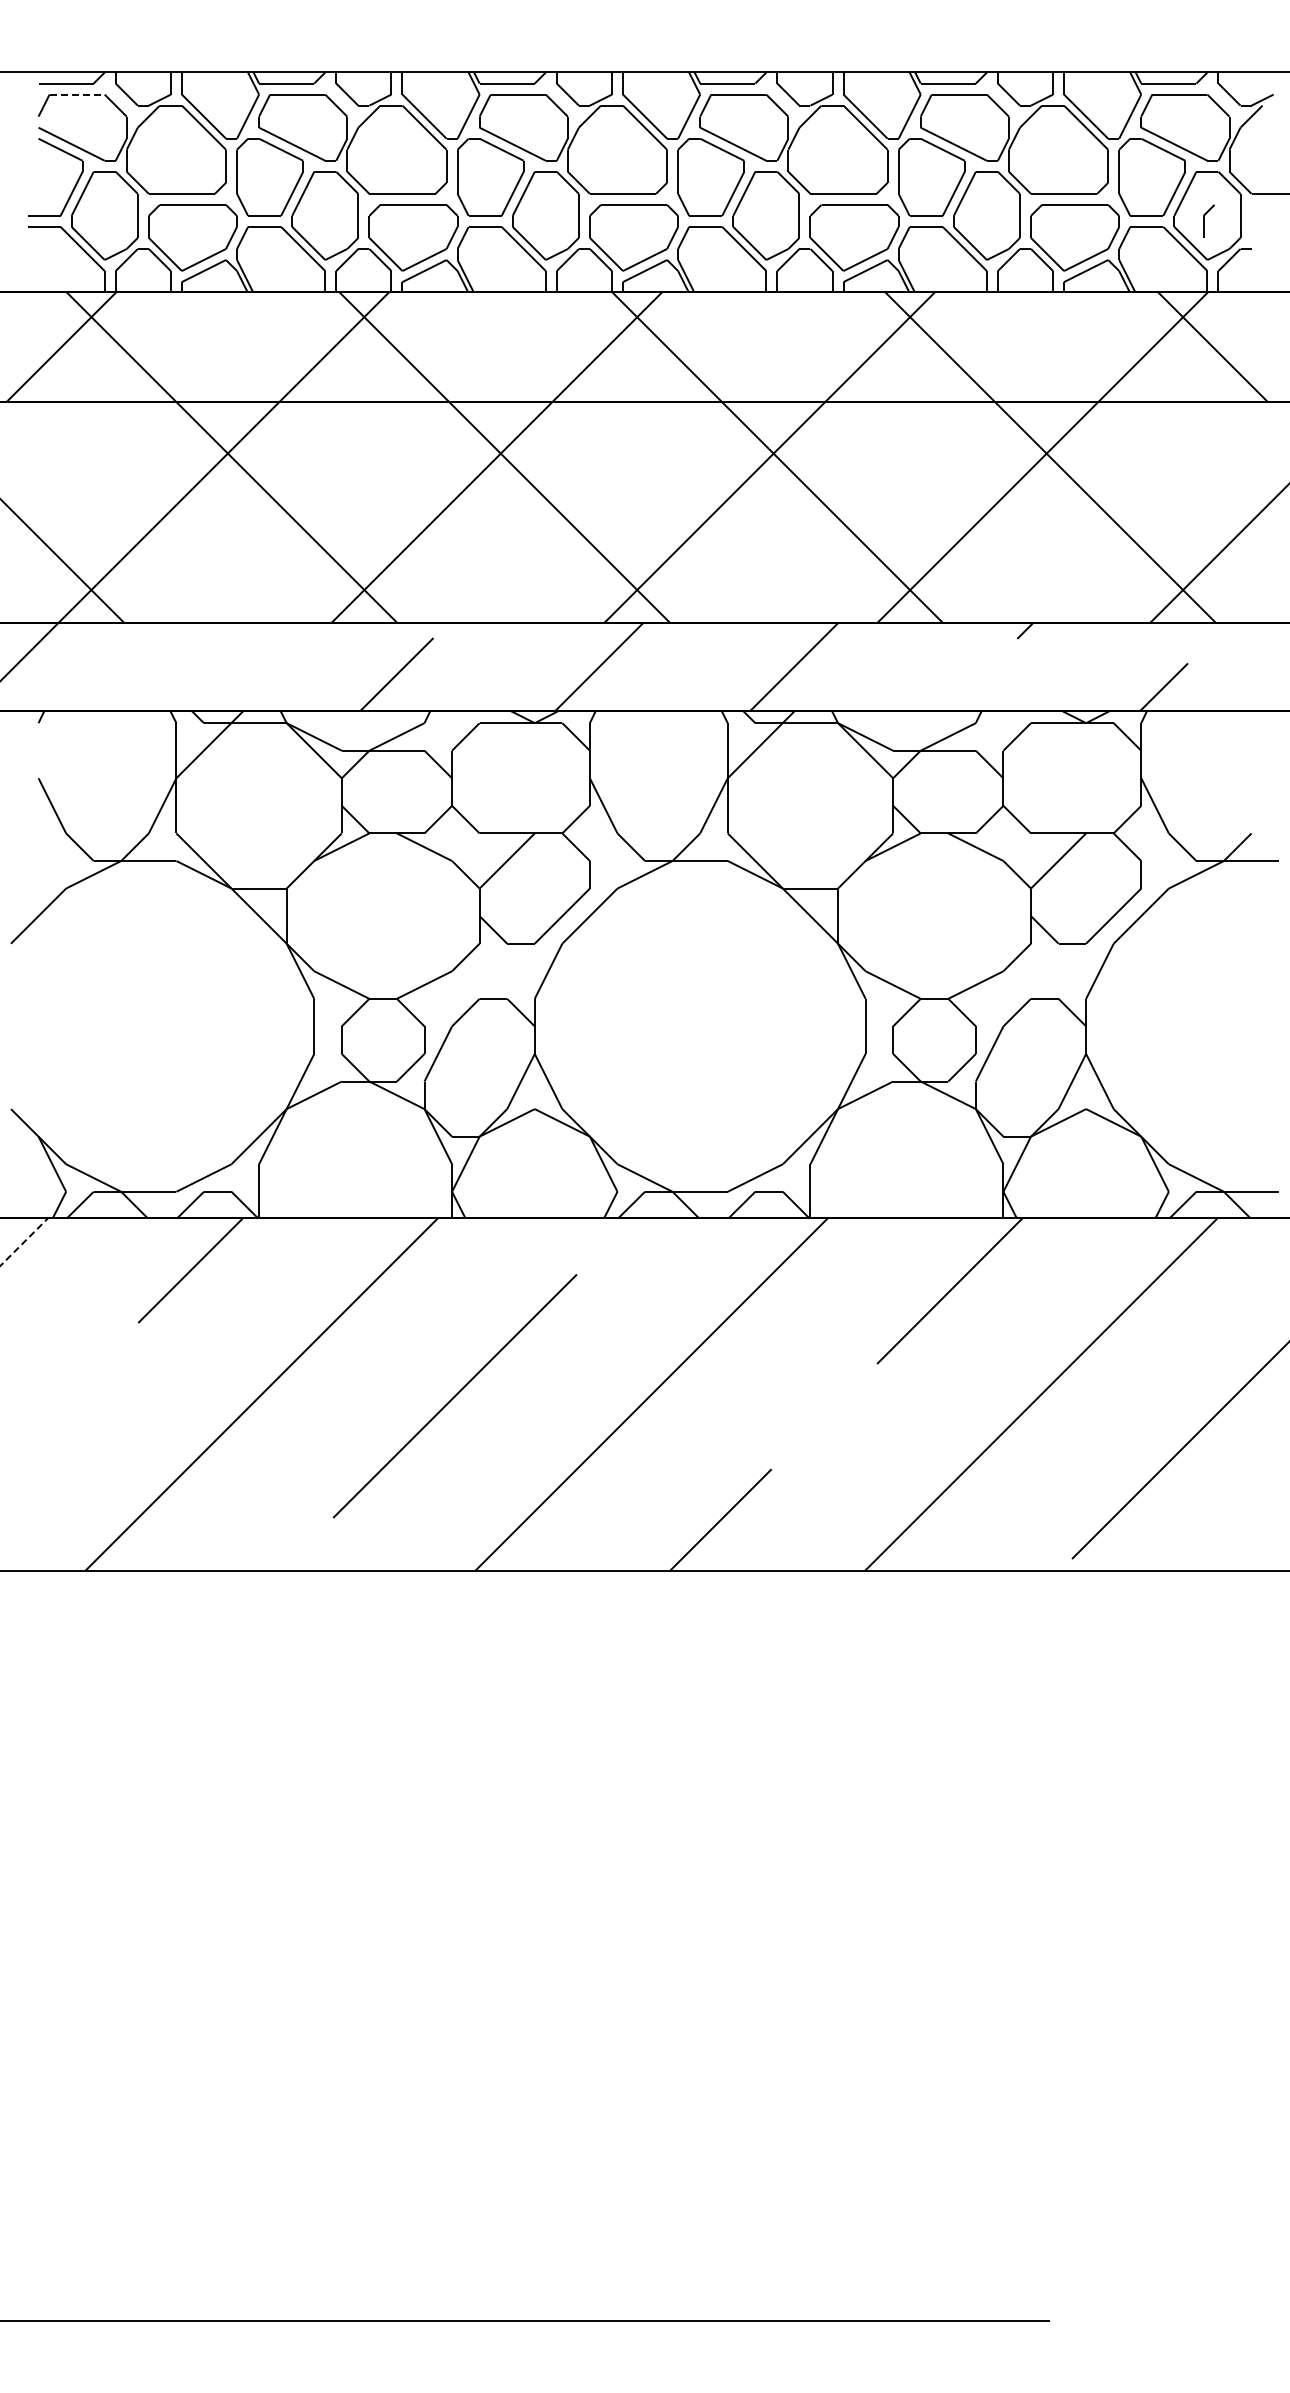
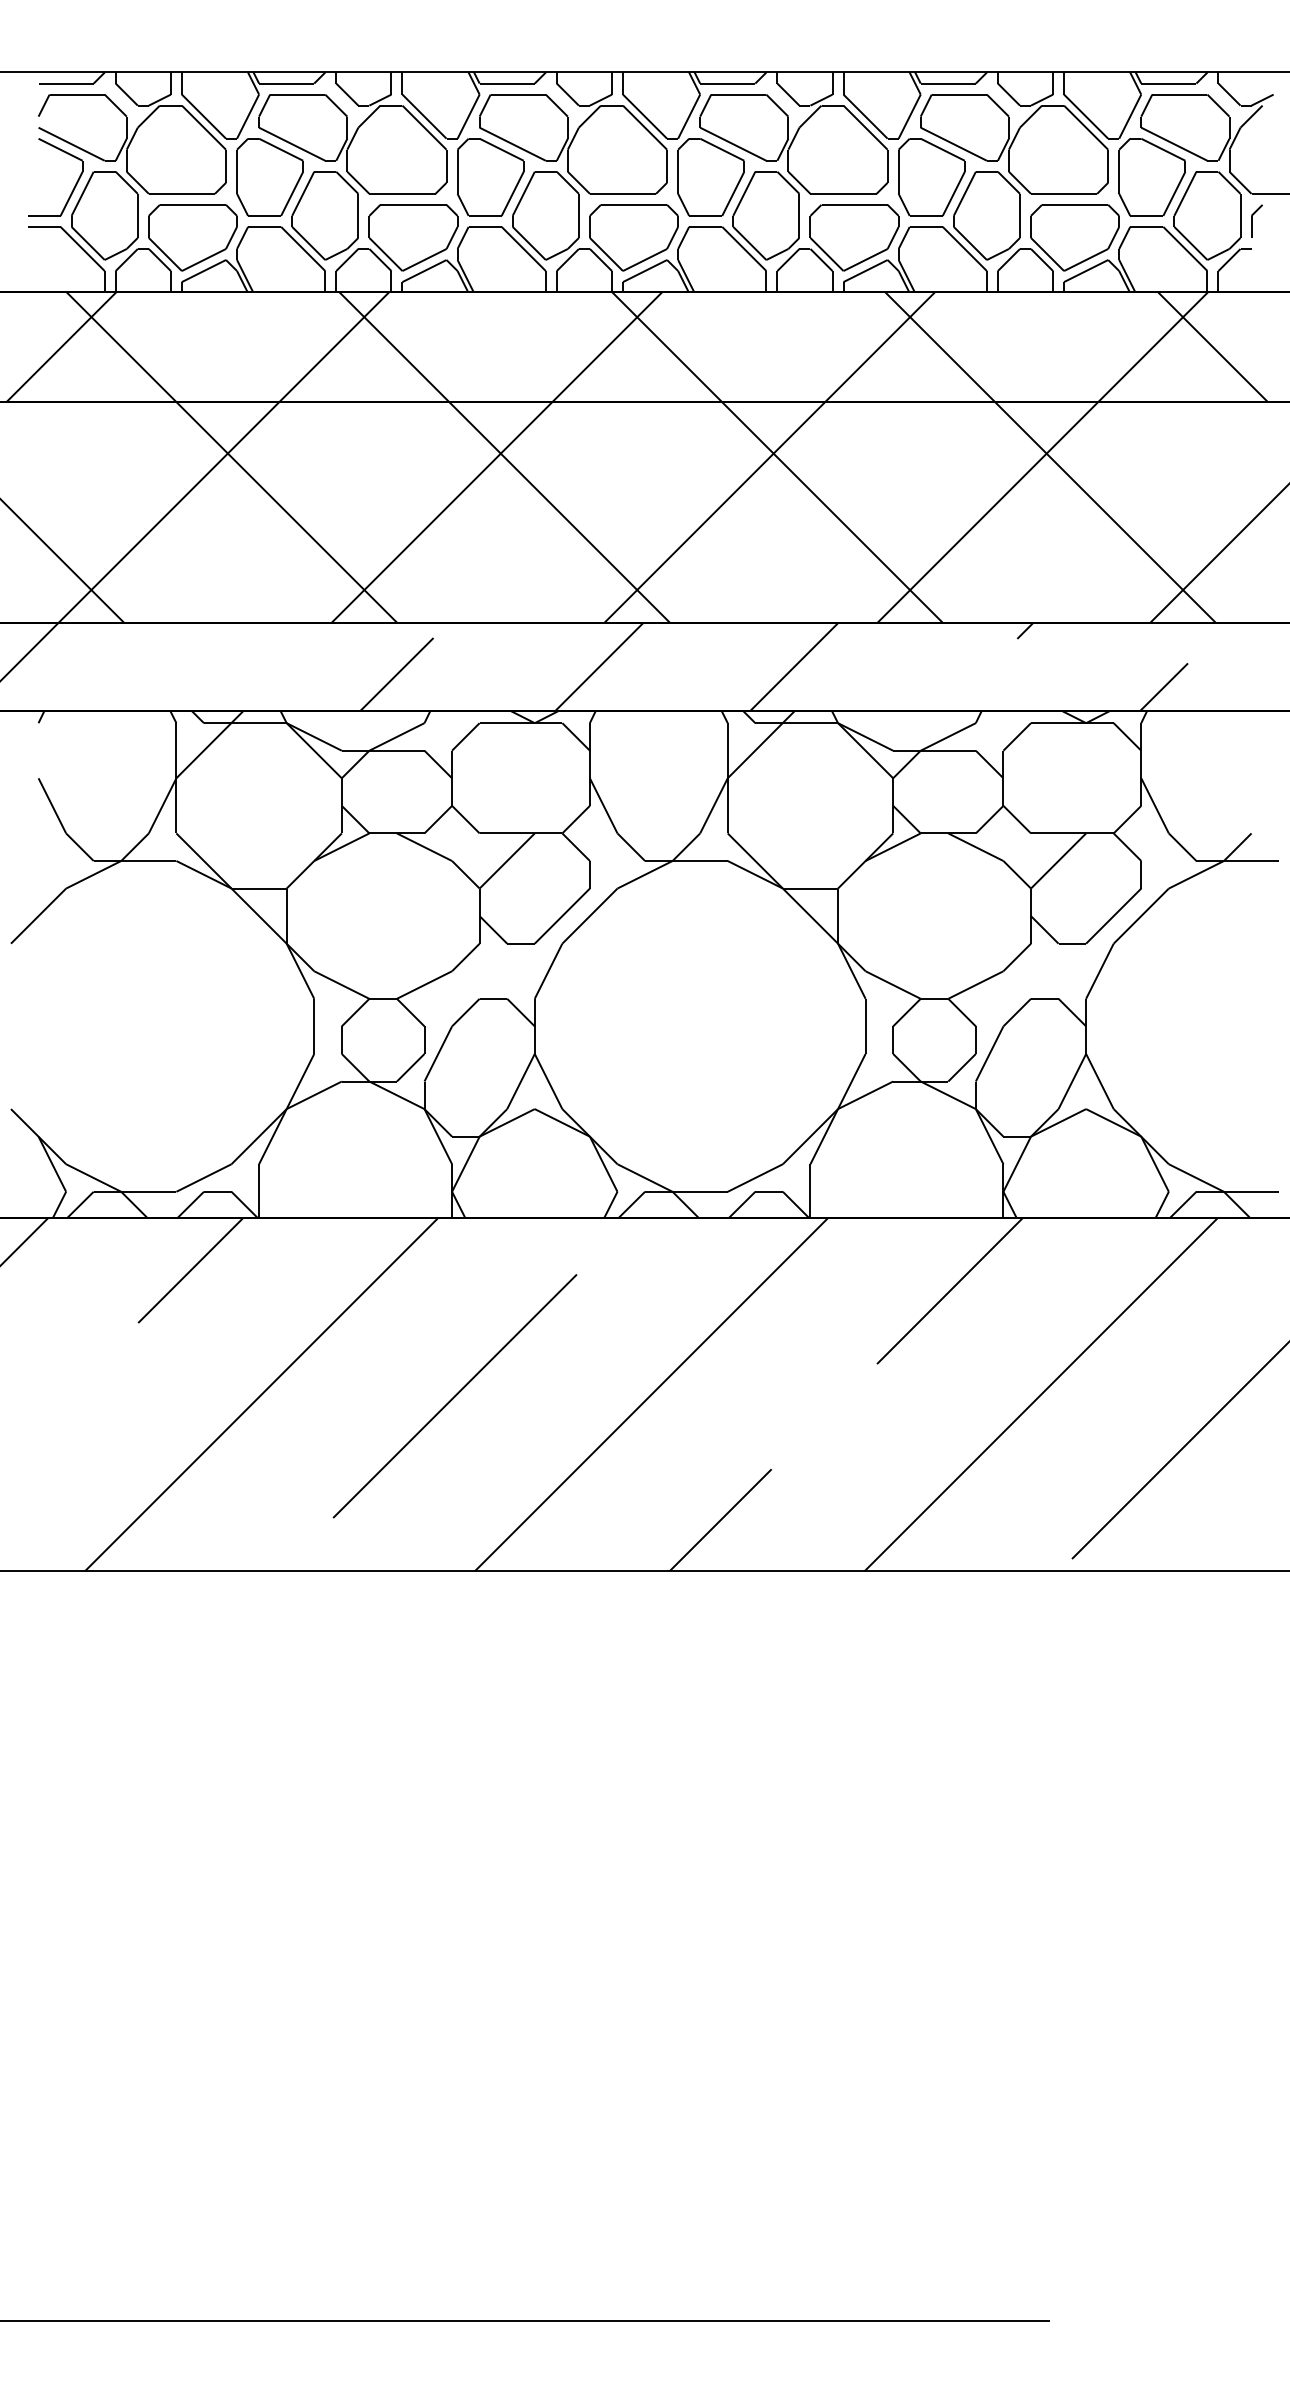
line at (77, 94): dashed -> solid
part at (1208, 220) position: (1208, 220) -> (1256, 220)
line at (24, 1241): dashed -> solid
